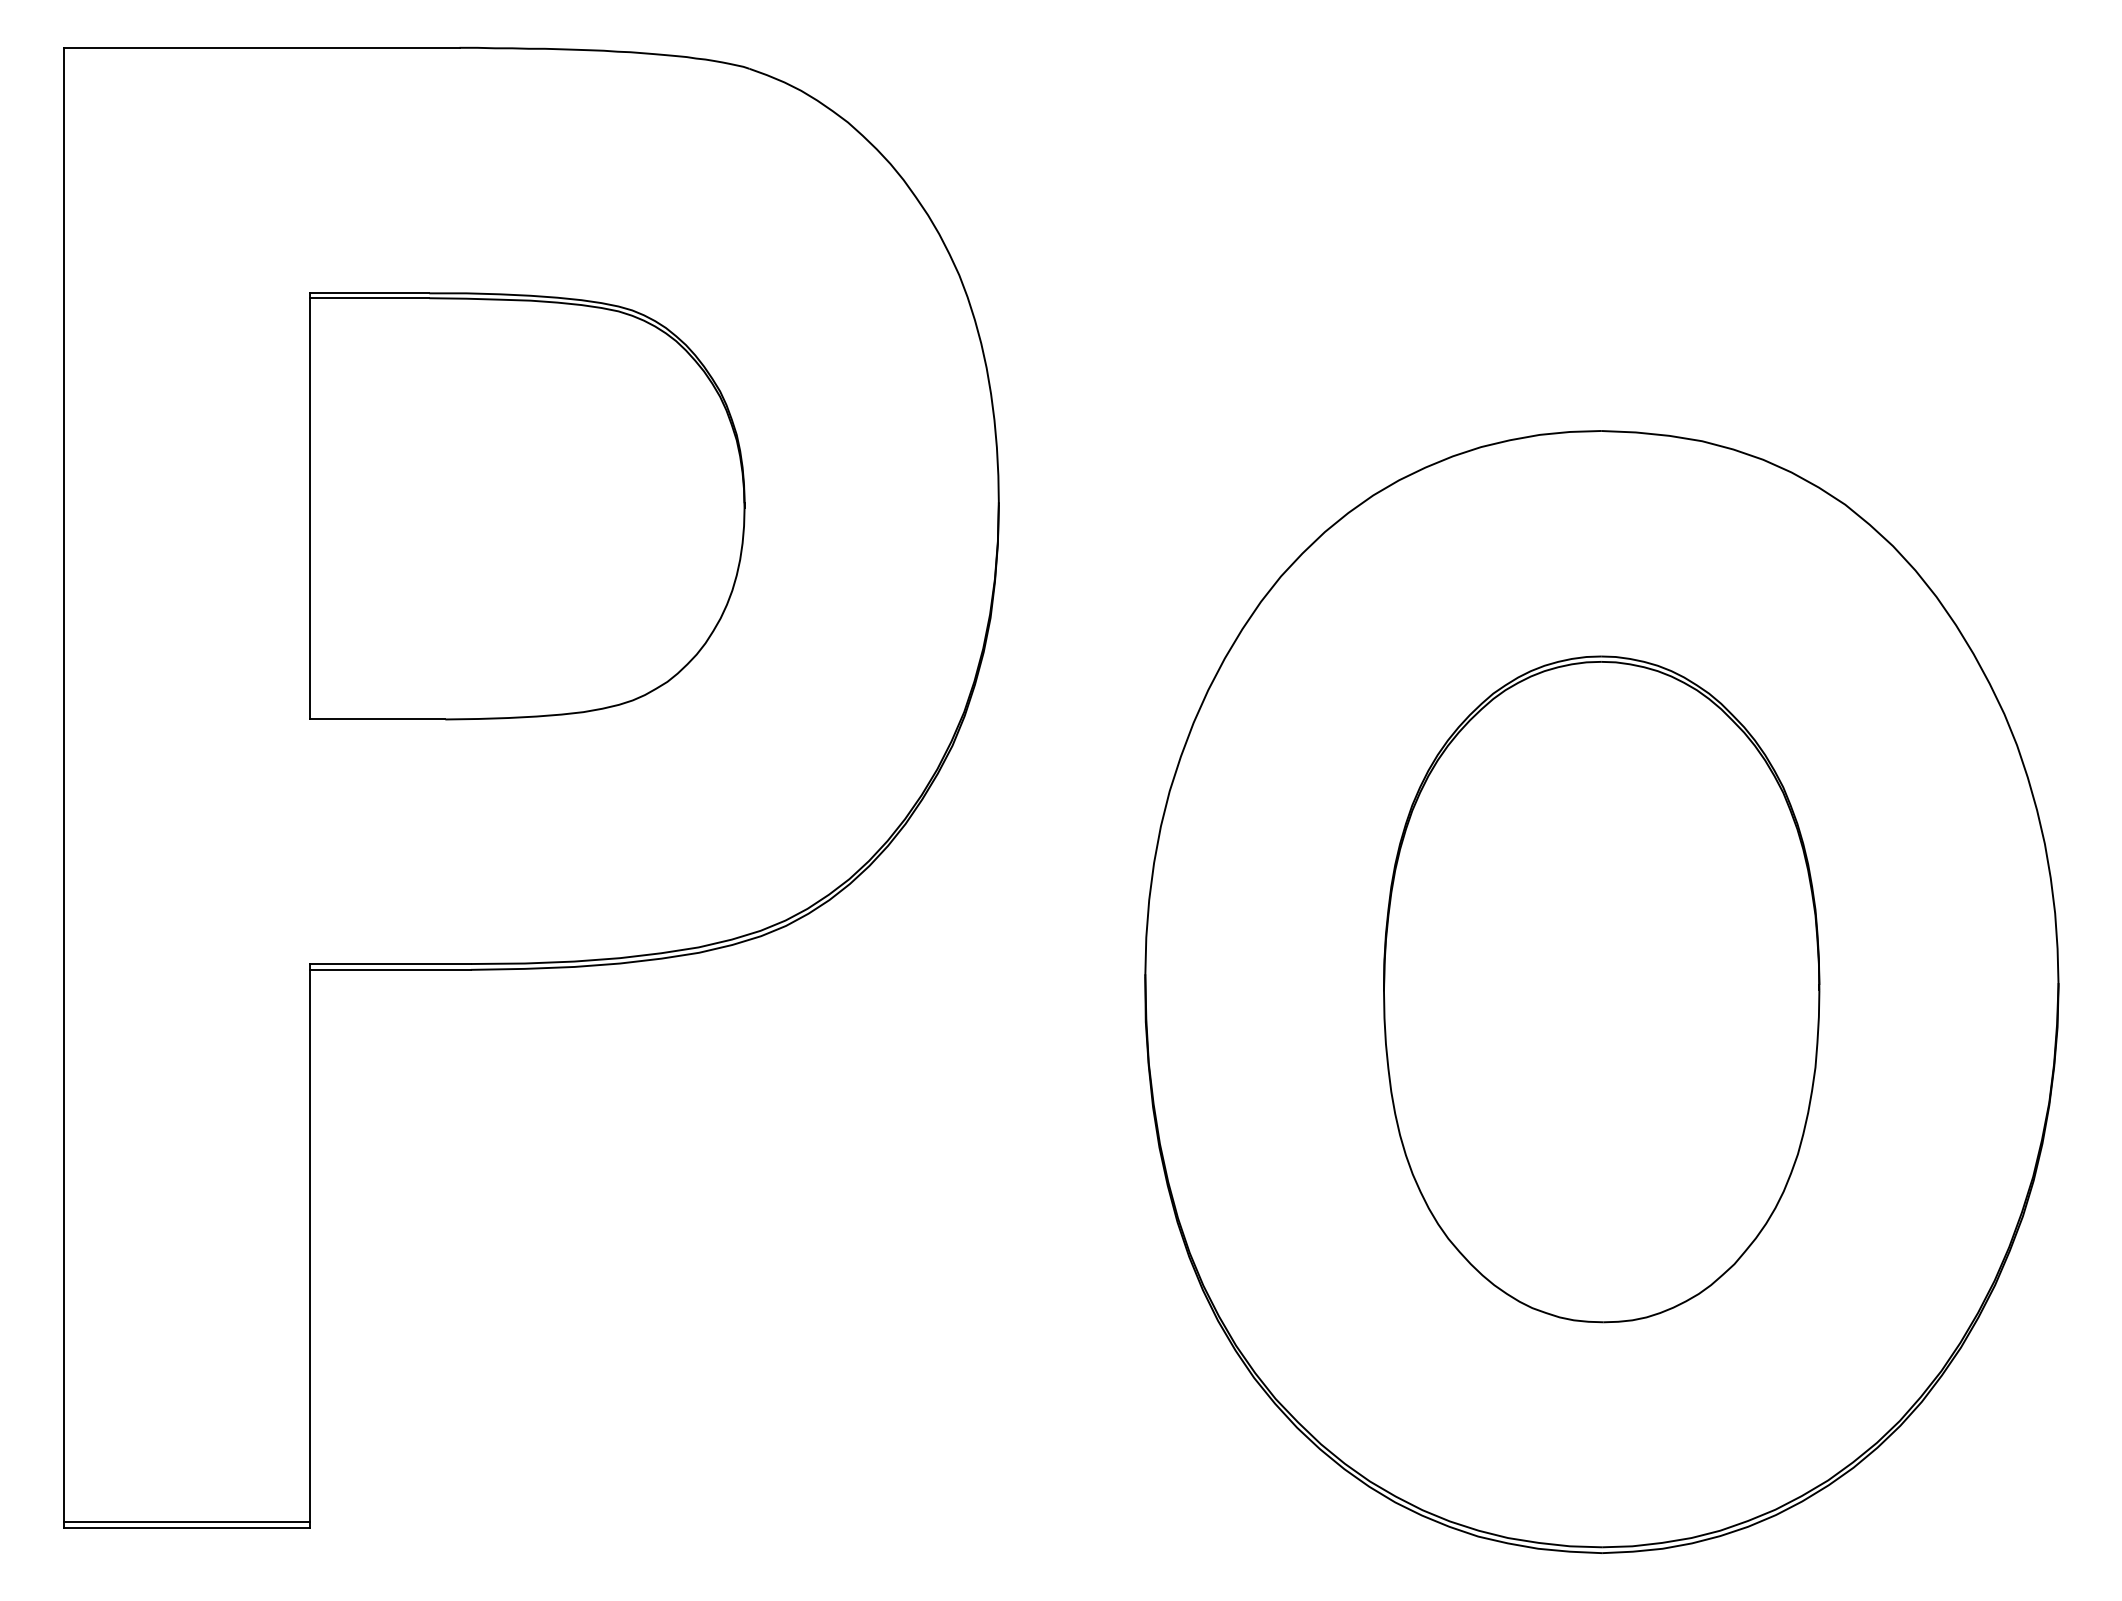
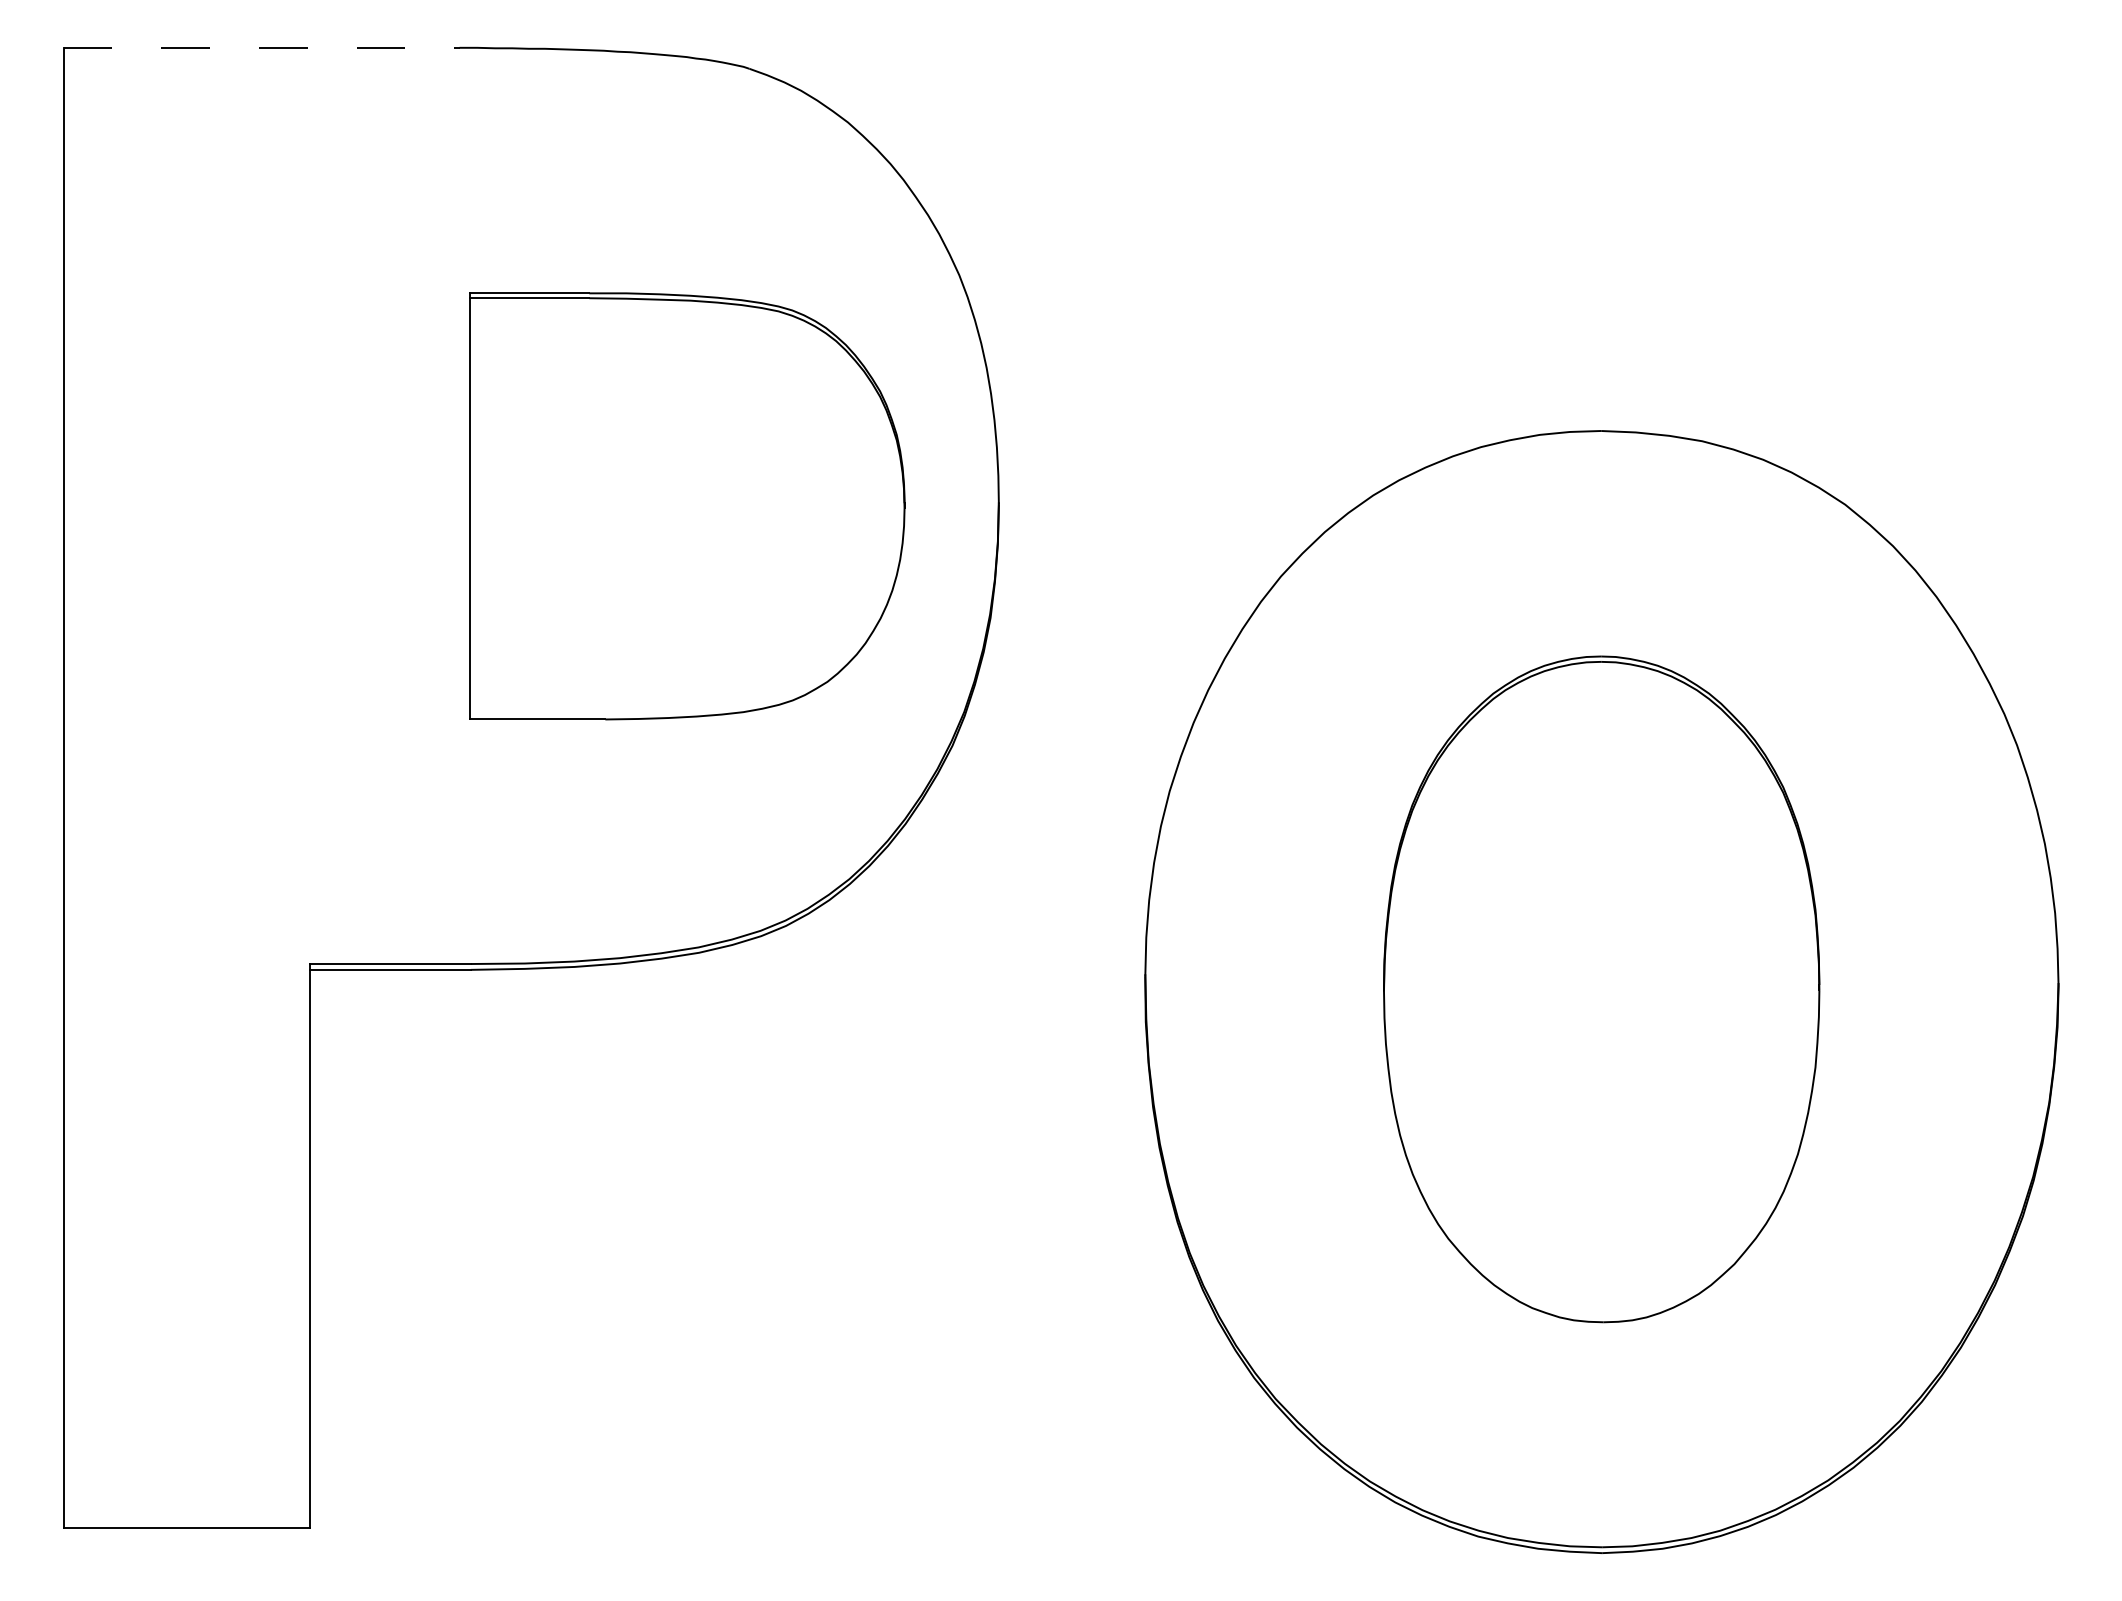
line at (261, 47): solid -> dashed
part at (527, 506) position: (527, 506) -> (687, 506)
line at (186, 1521): present -> none
